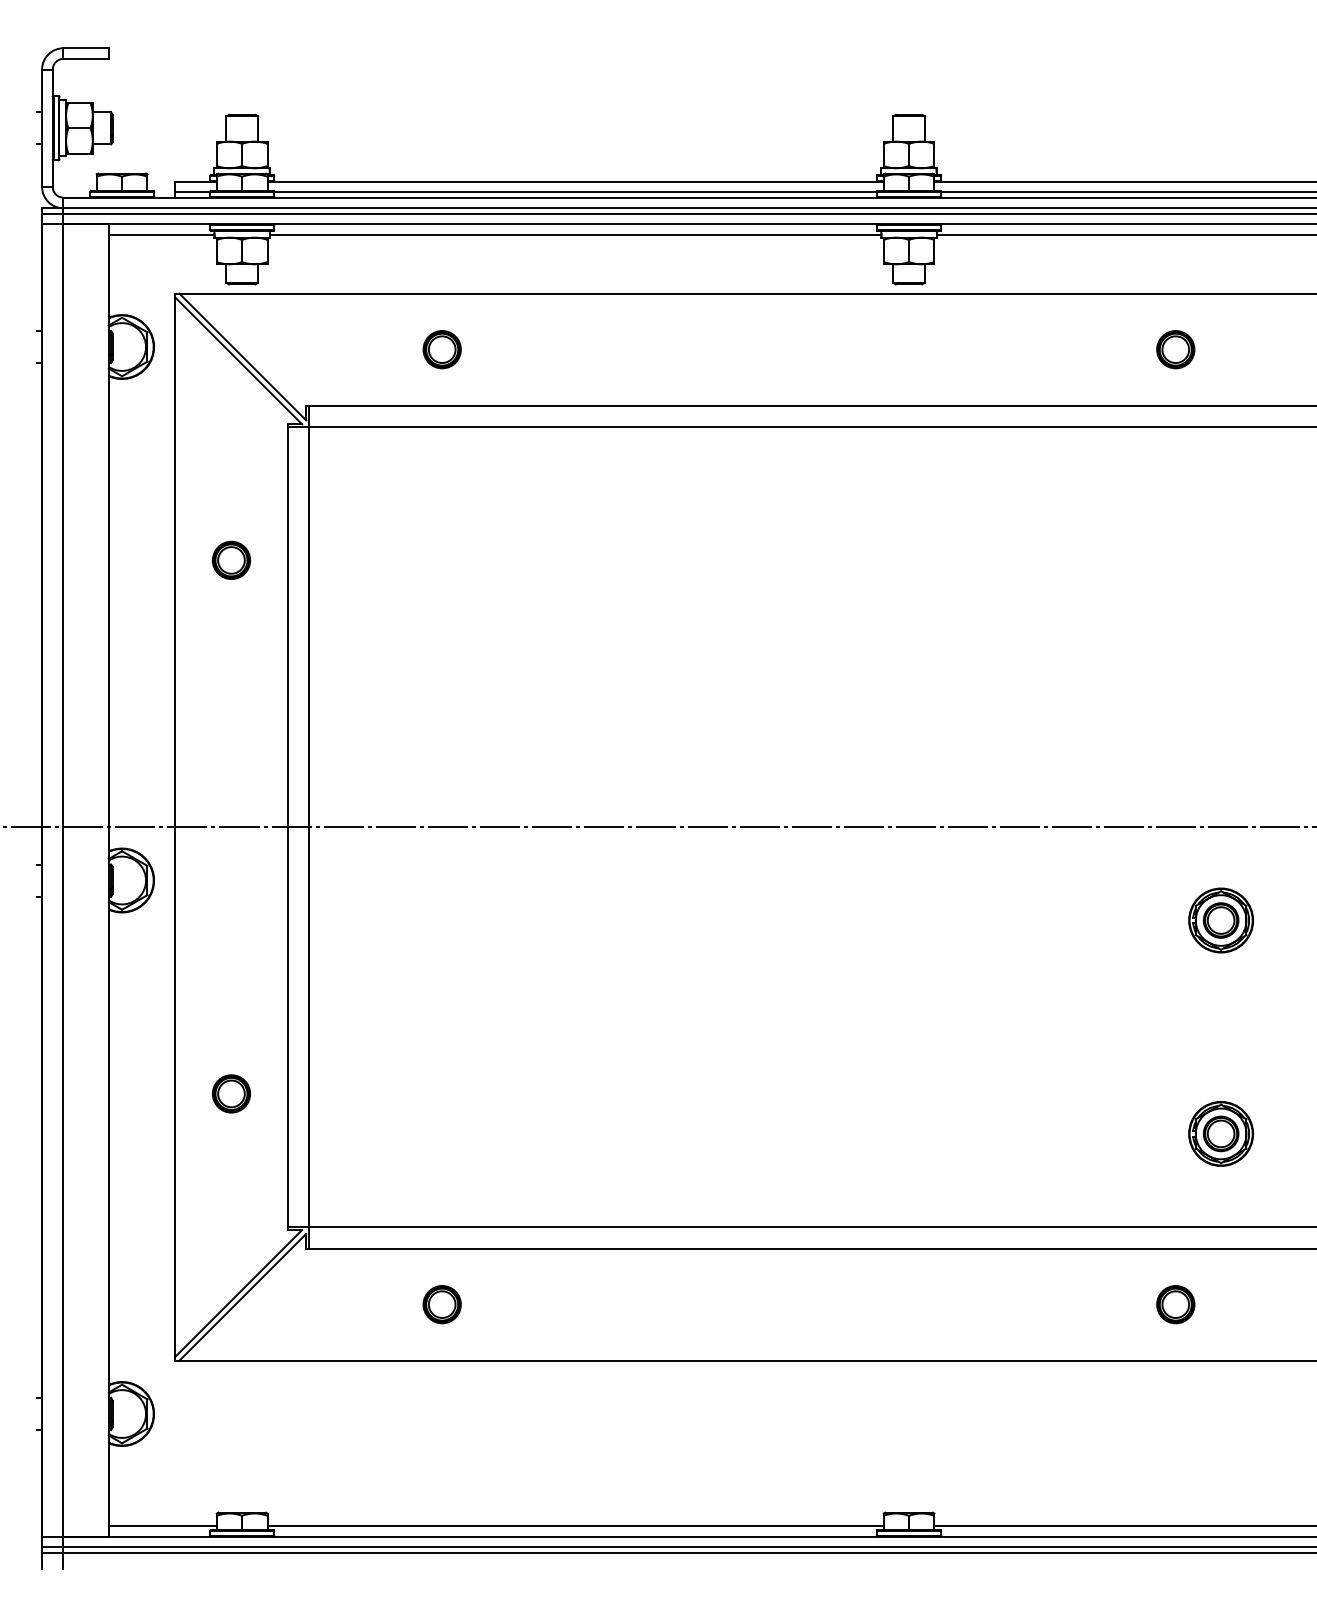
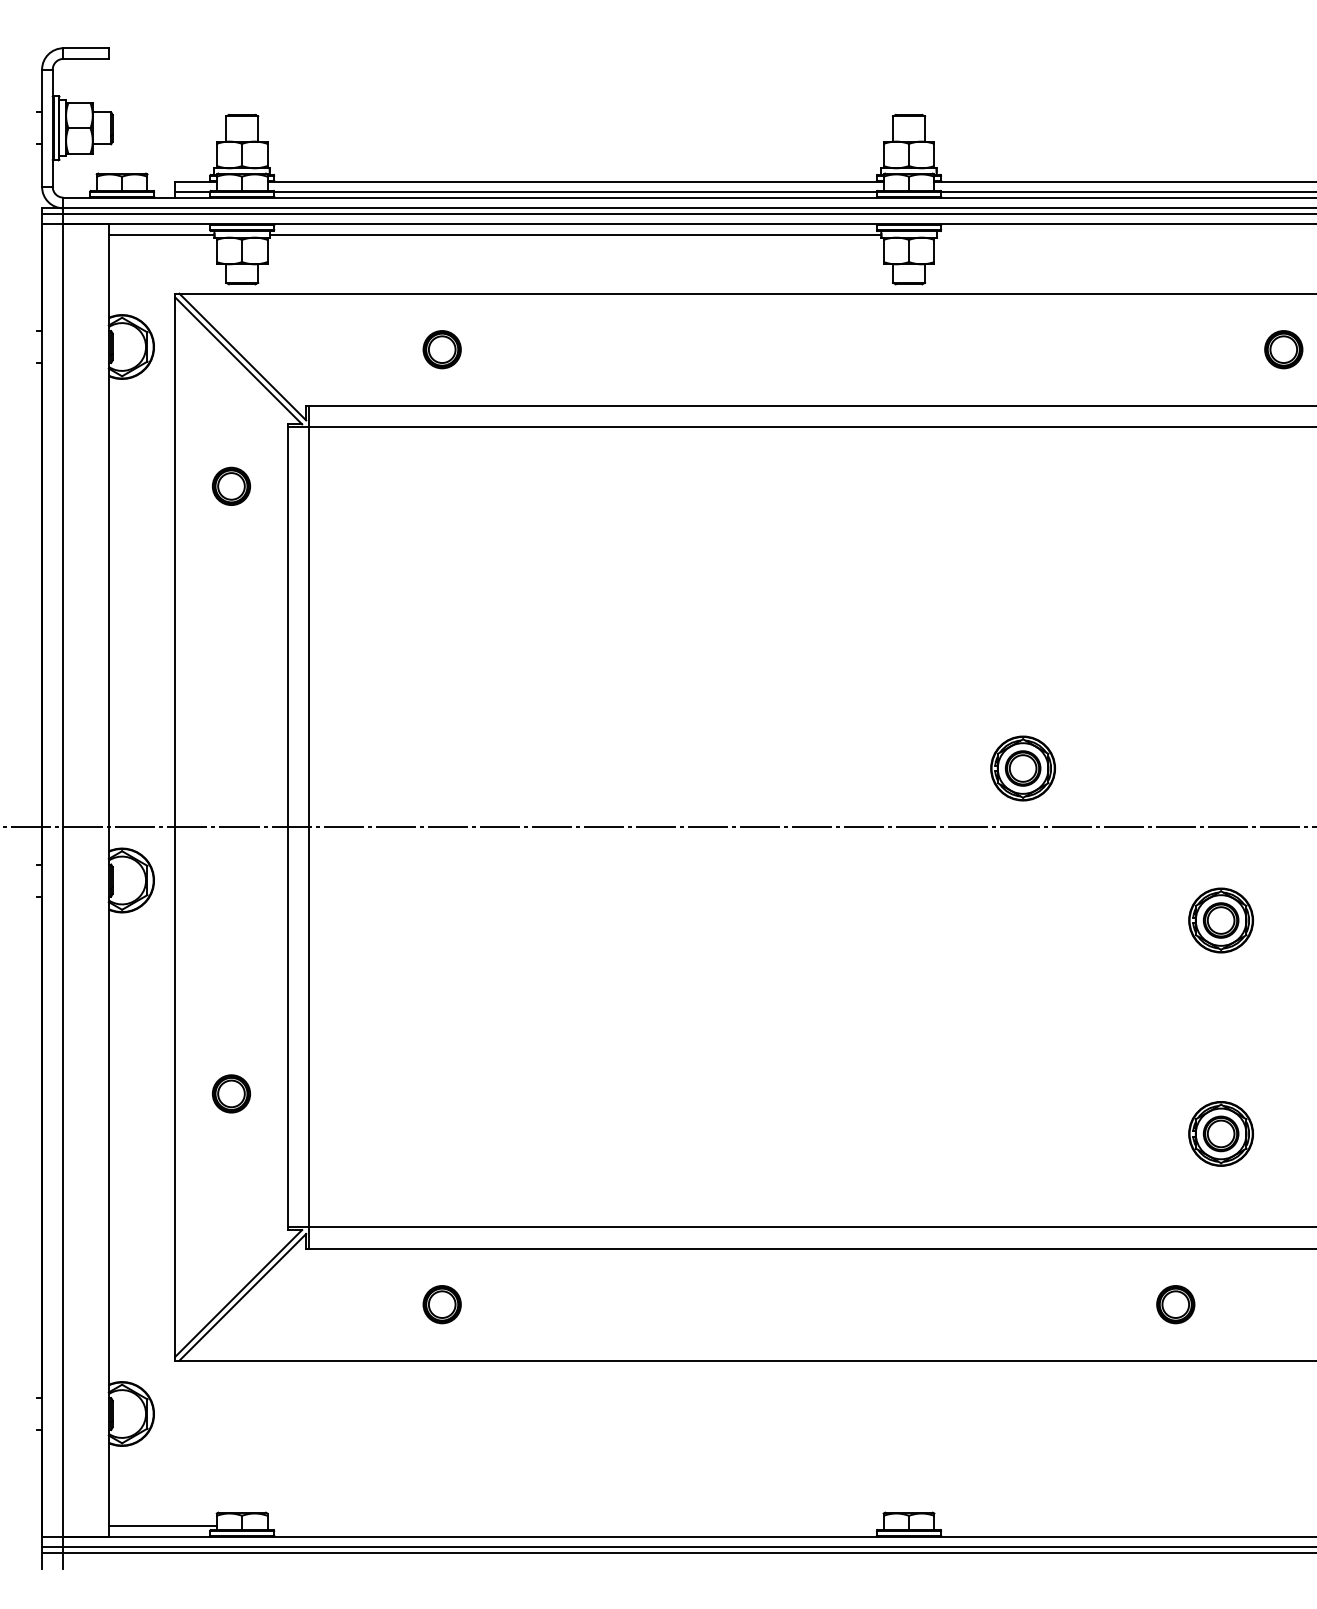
line at (1125, 234): present -> none
part at (1175, 349) position: (1175, 349) -> (1283, 349)
part at (230, 559) position: (230, 559) -> (230, 485)
part at (1022, 768): none -> present
line at (575, 1526): present -> none
line at (1123, 1526): present -> none
